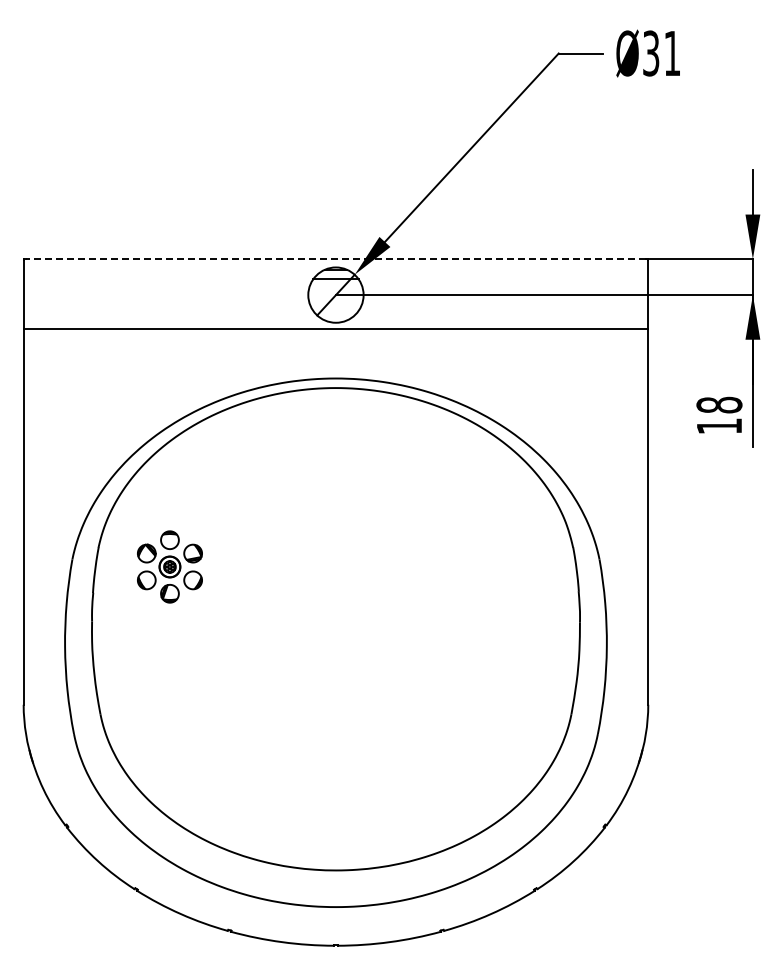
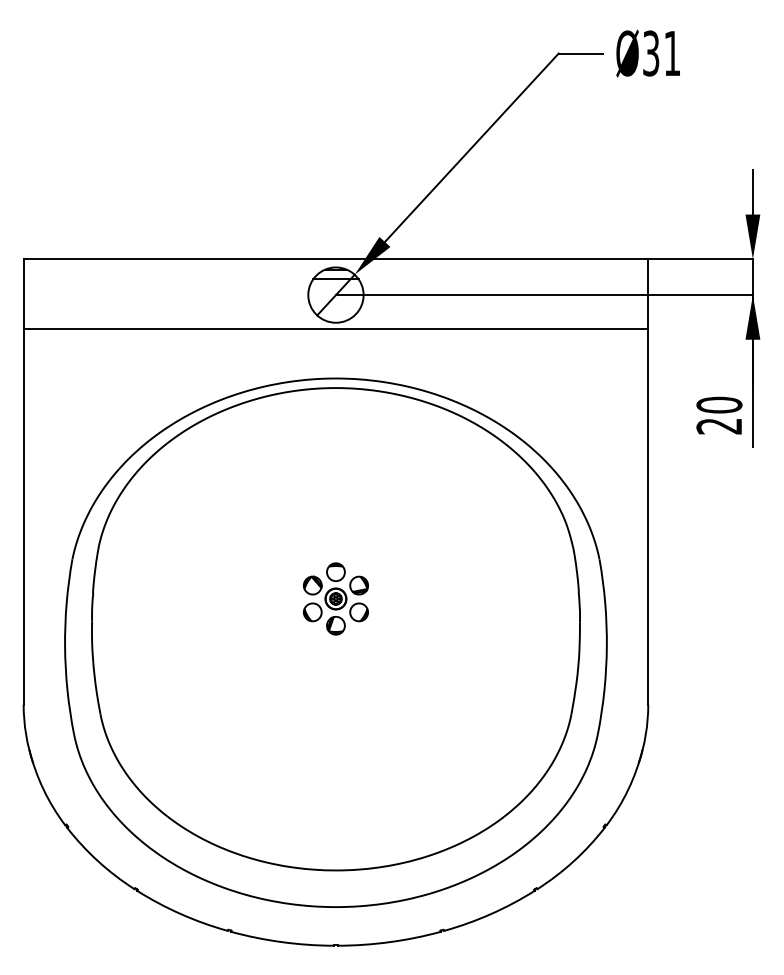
line at (335, 259): dashed -> solid
text at (719, 415): 18 -> 20
part at (169, 566) position: (169, 566) -> (335, 598)
